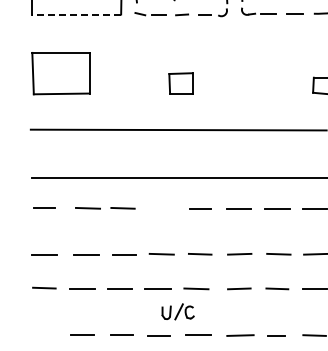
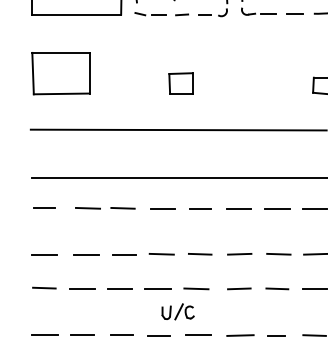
line at (76, 14): dashed -> solid
line at (162, 208): none -> present
line at (44, 335): none -> present
